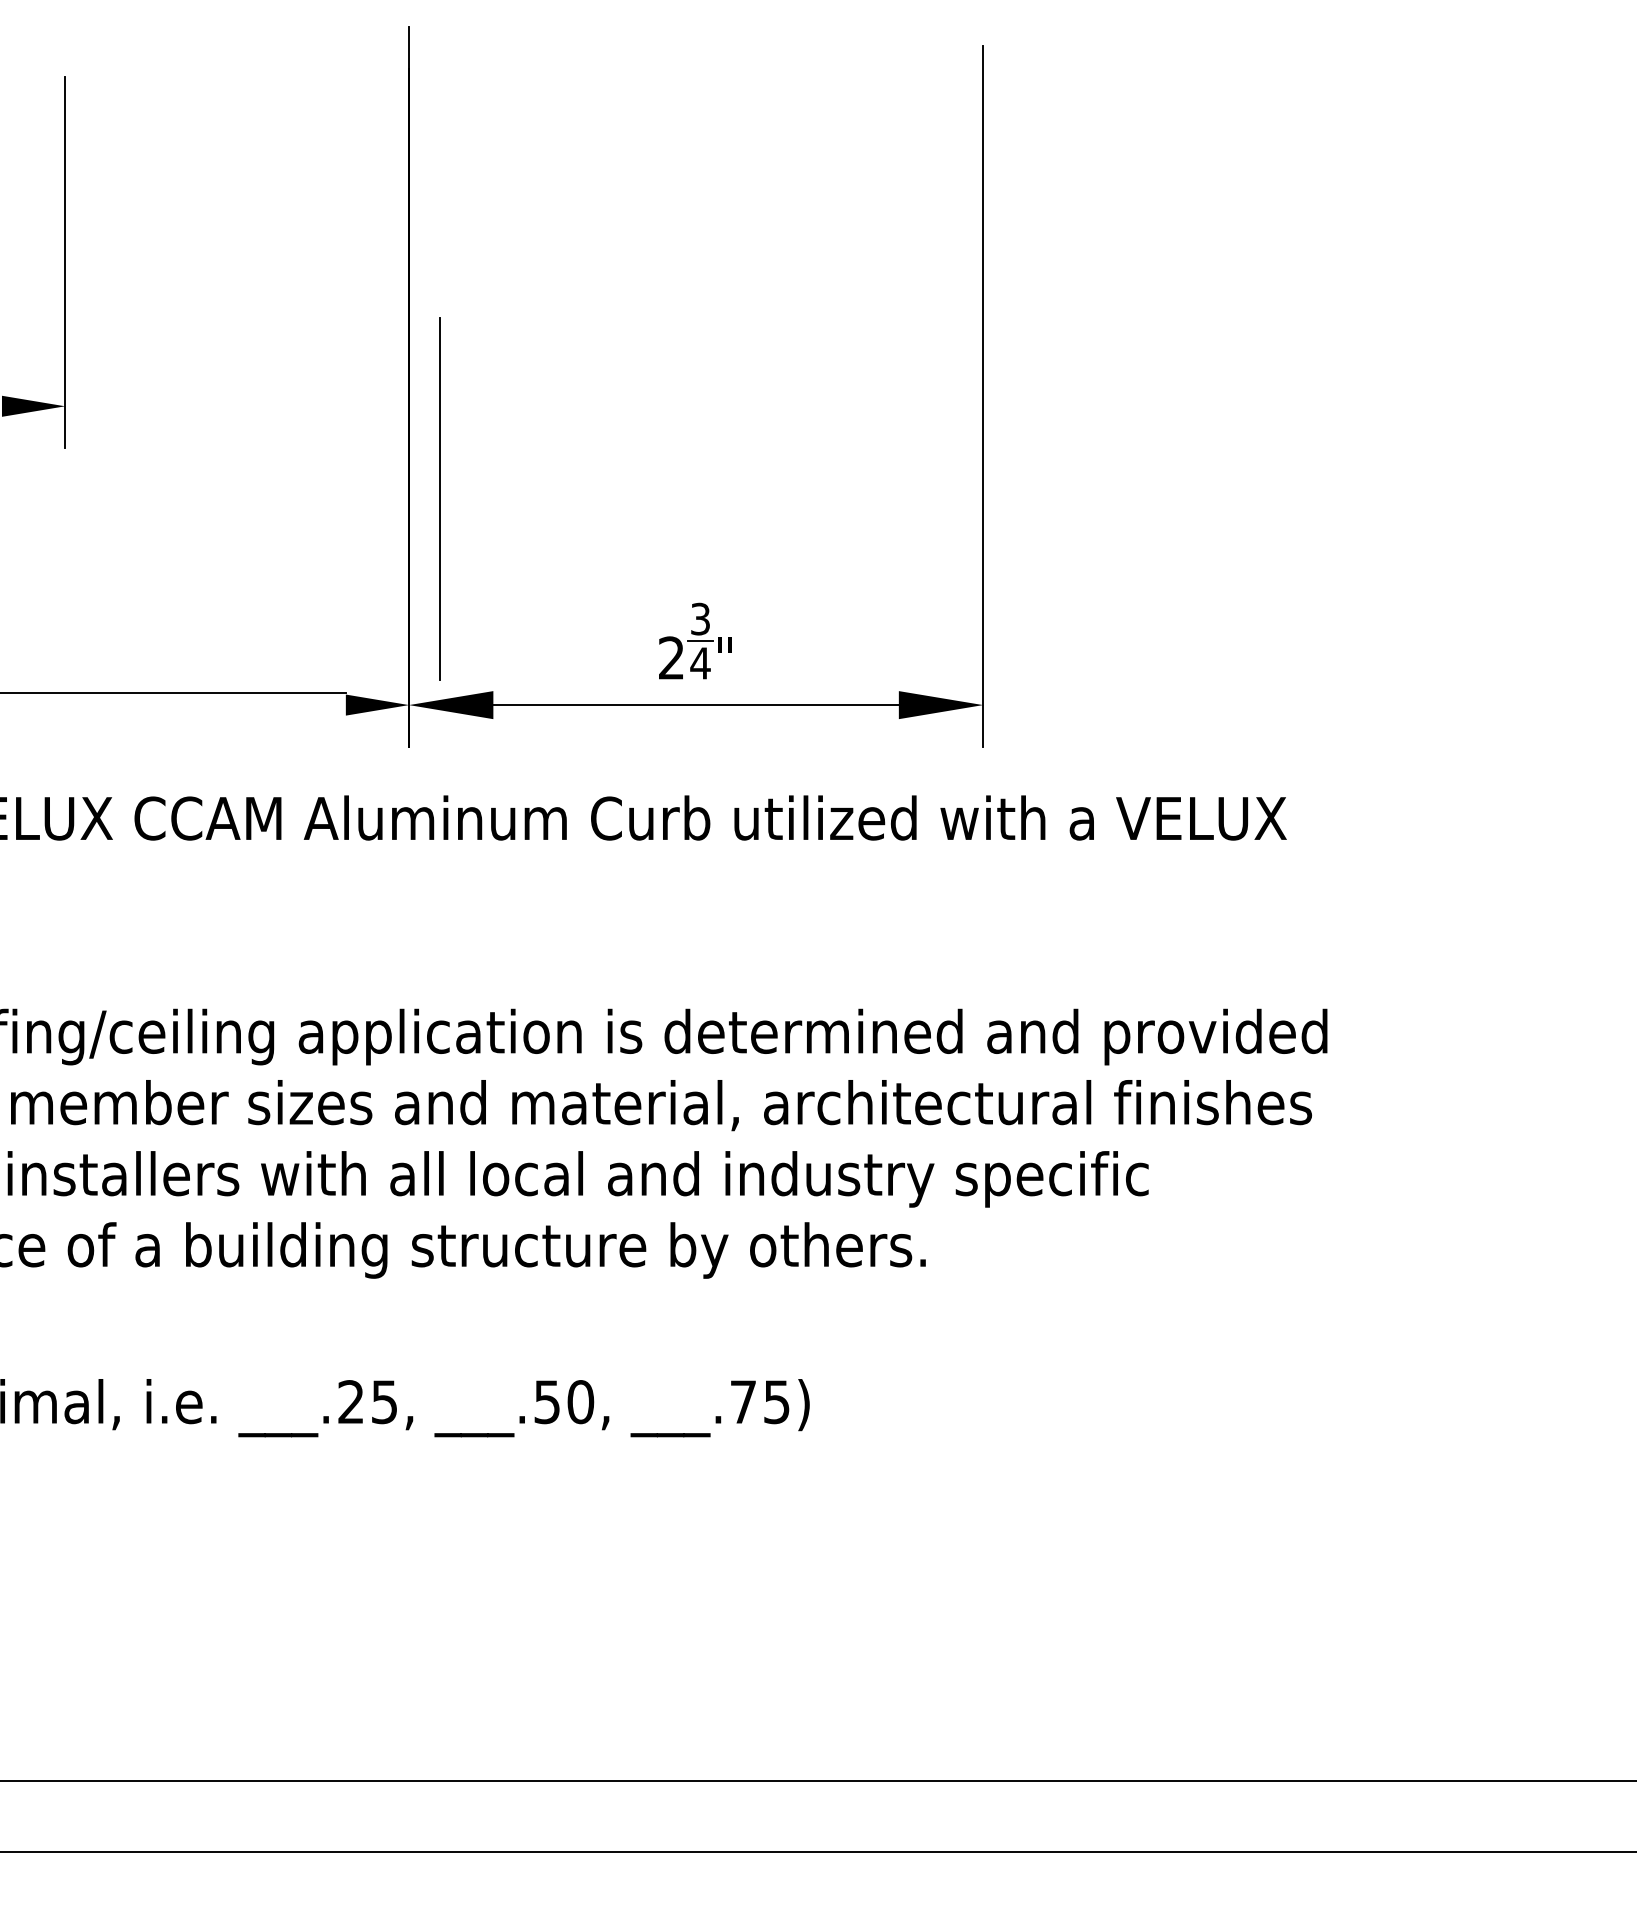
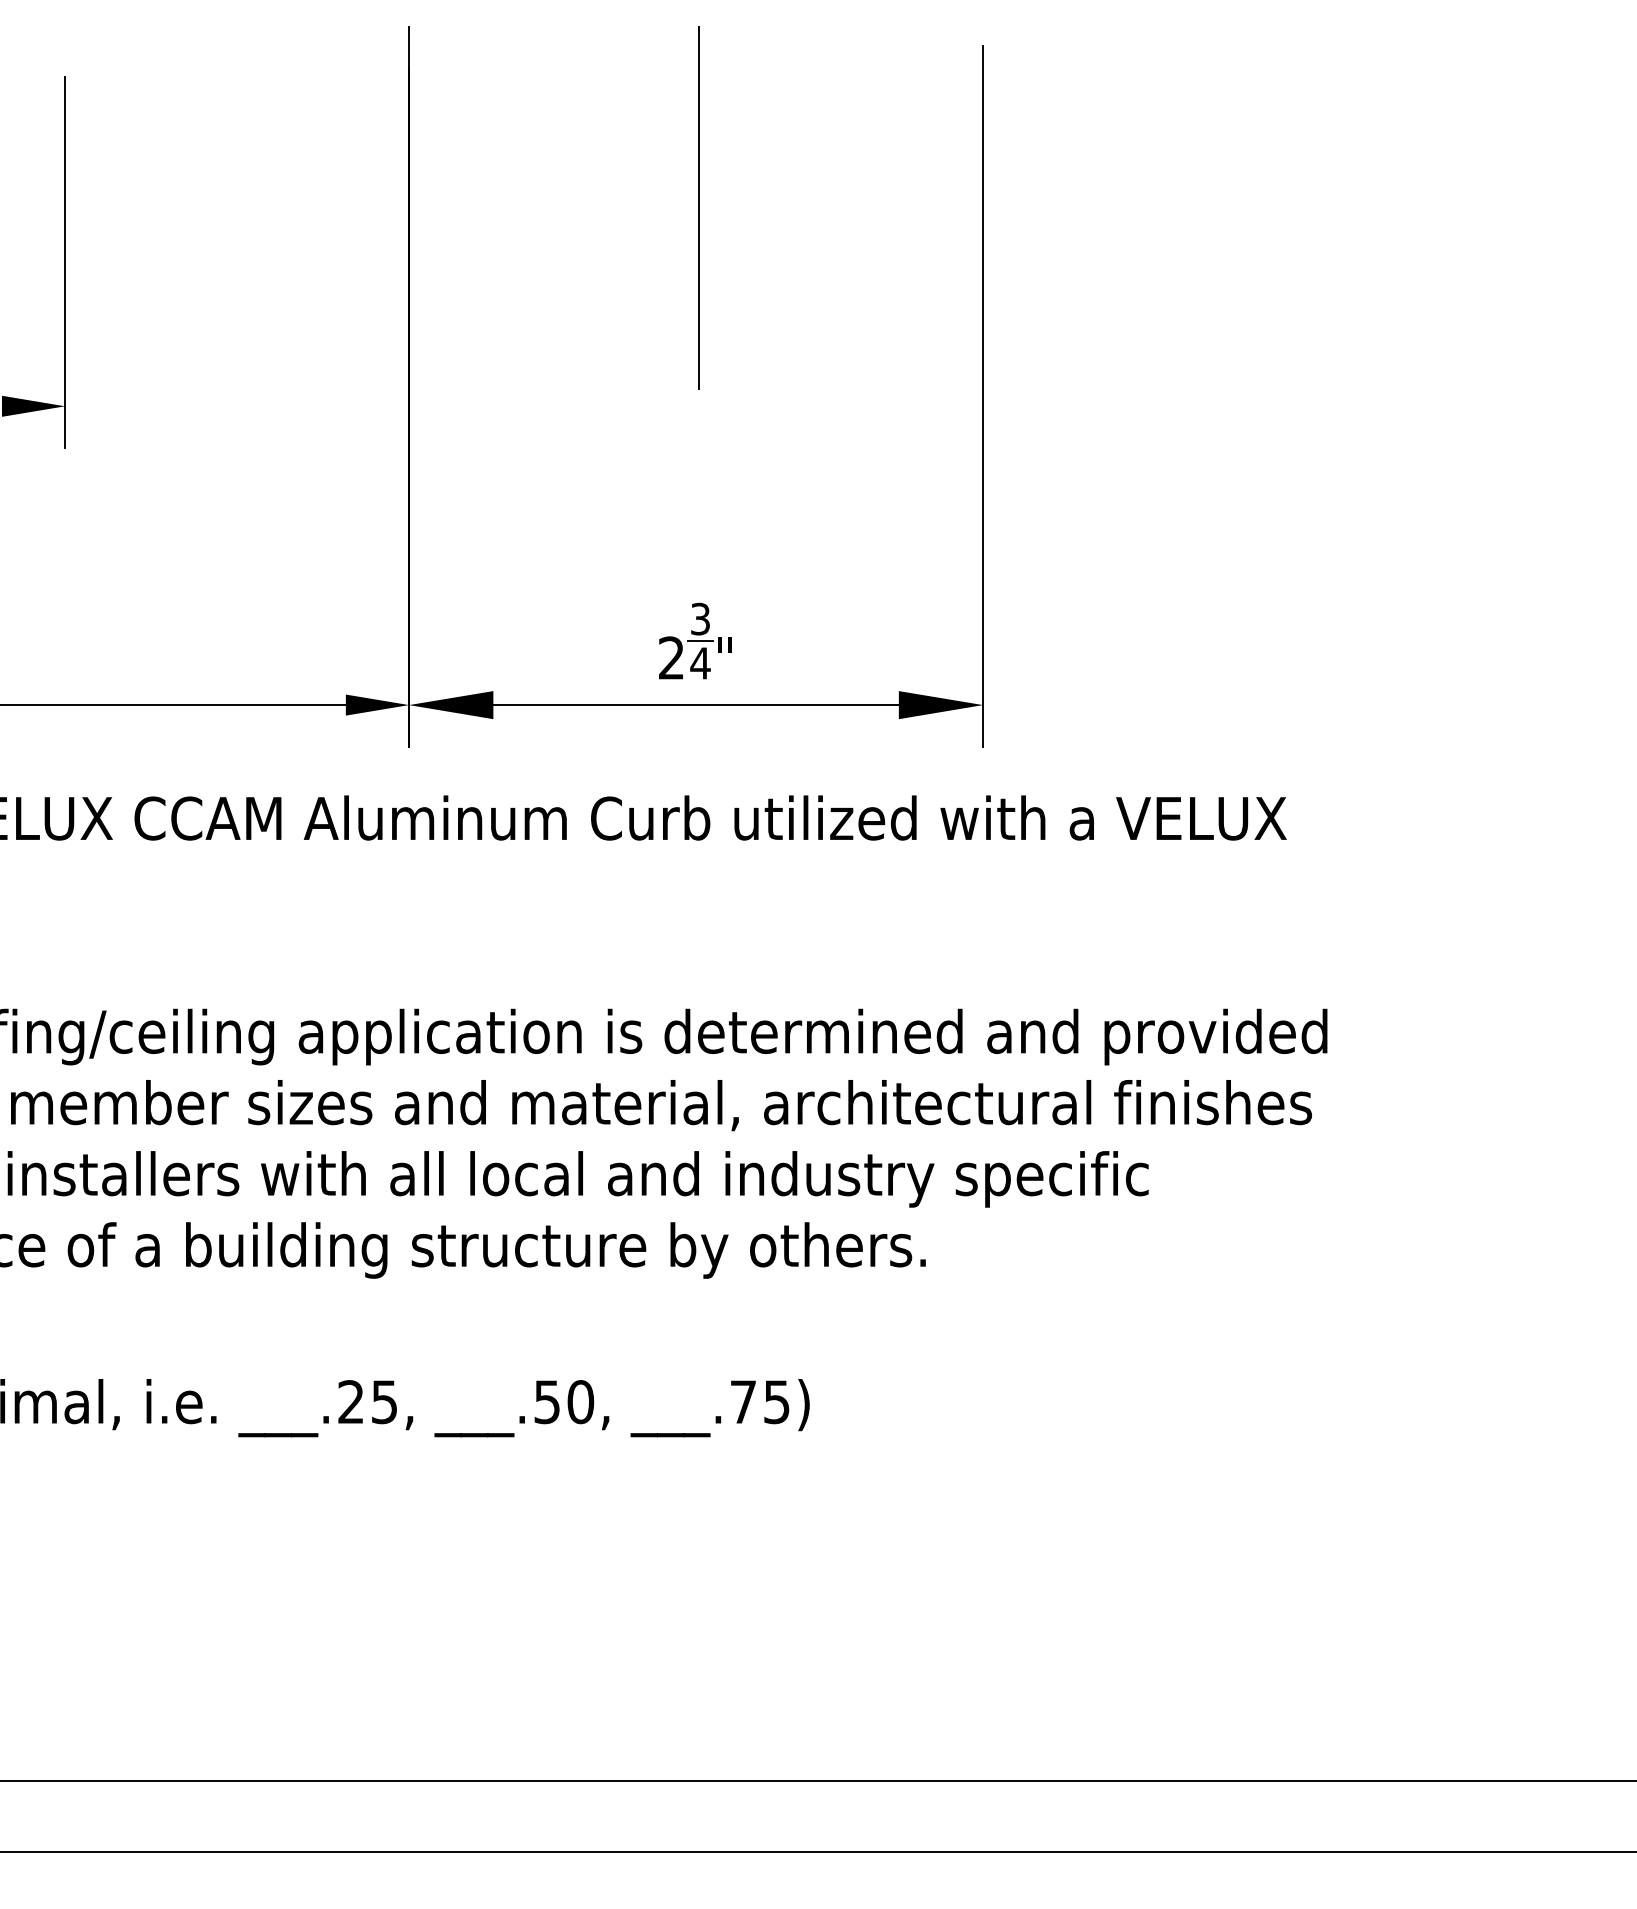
line at (439, 498) position: (439, 498) -> (698, 207)
line at (173, 693) position: (173, 693) -> (173, 705)
